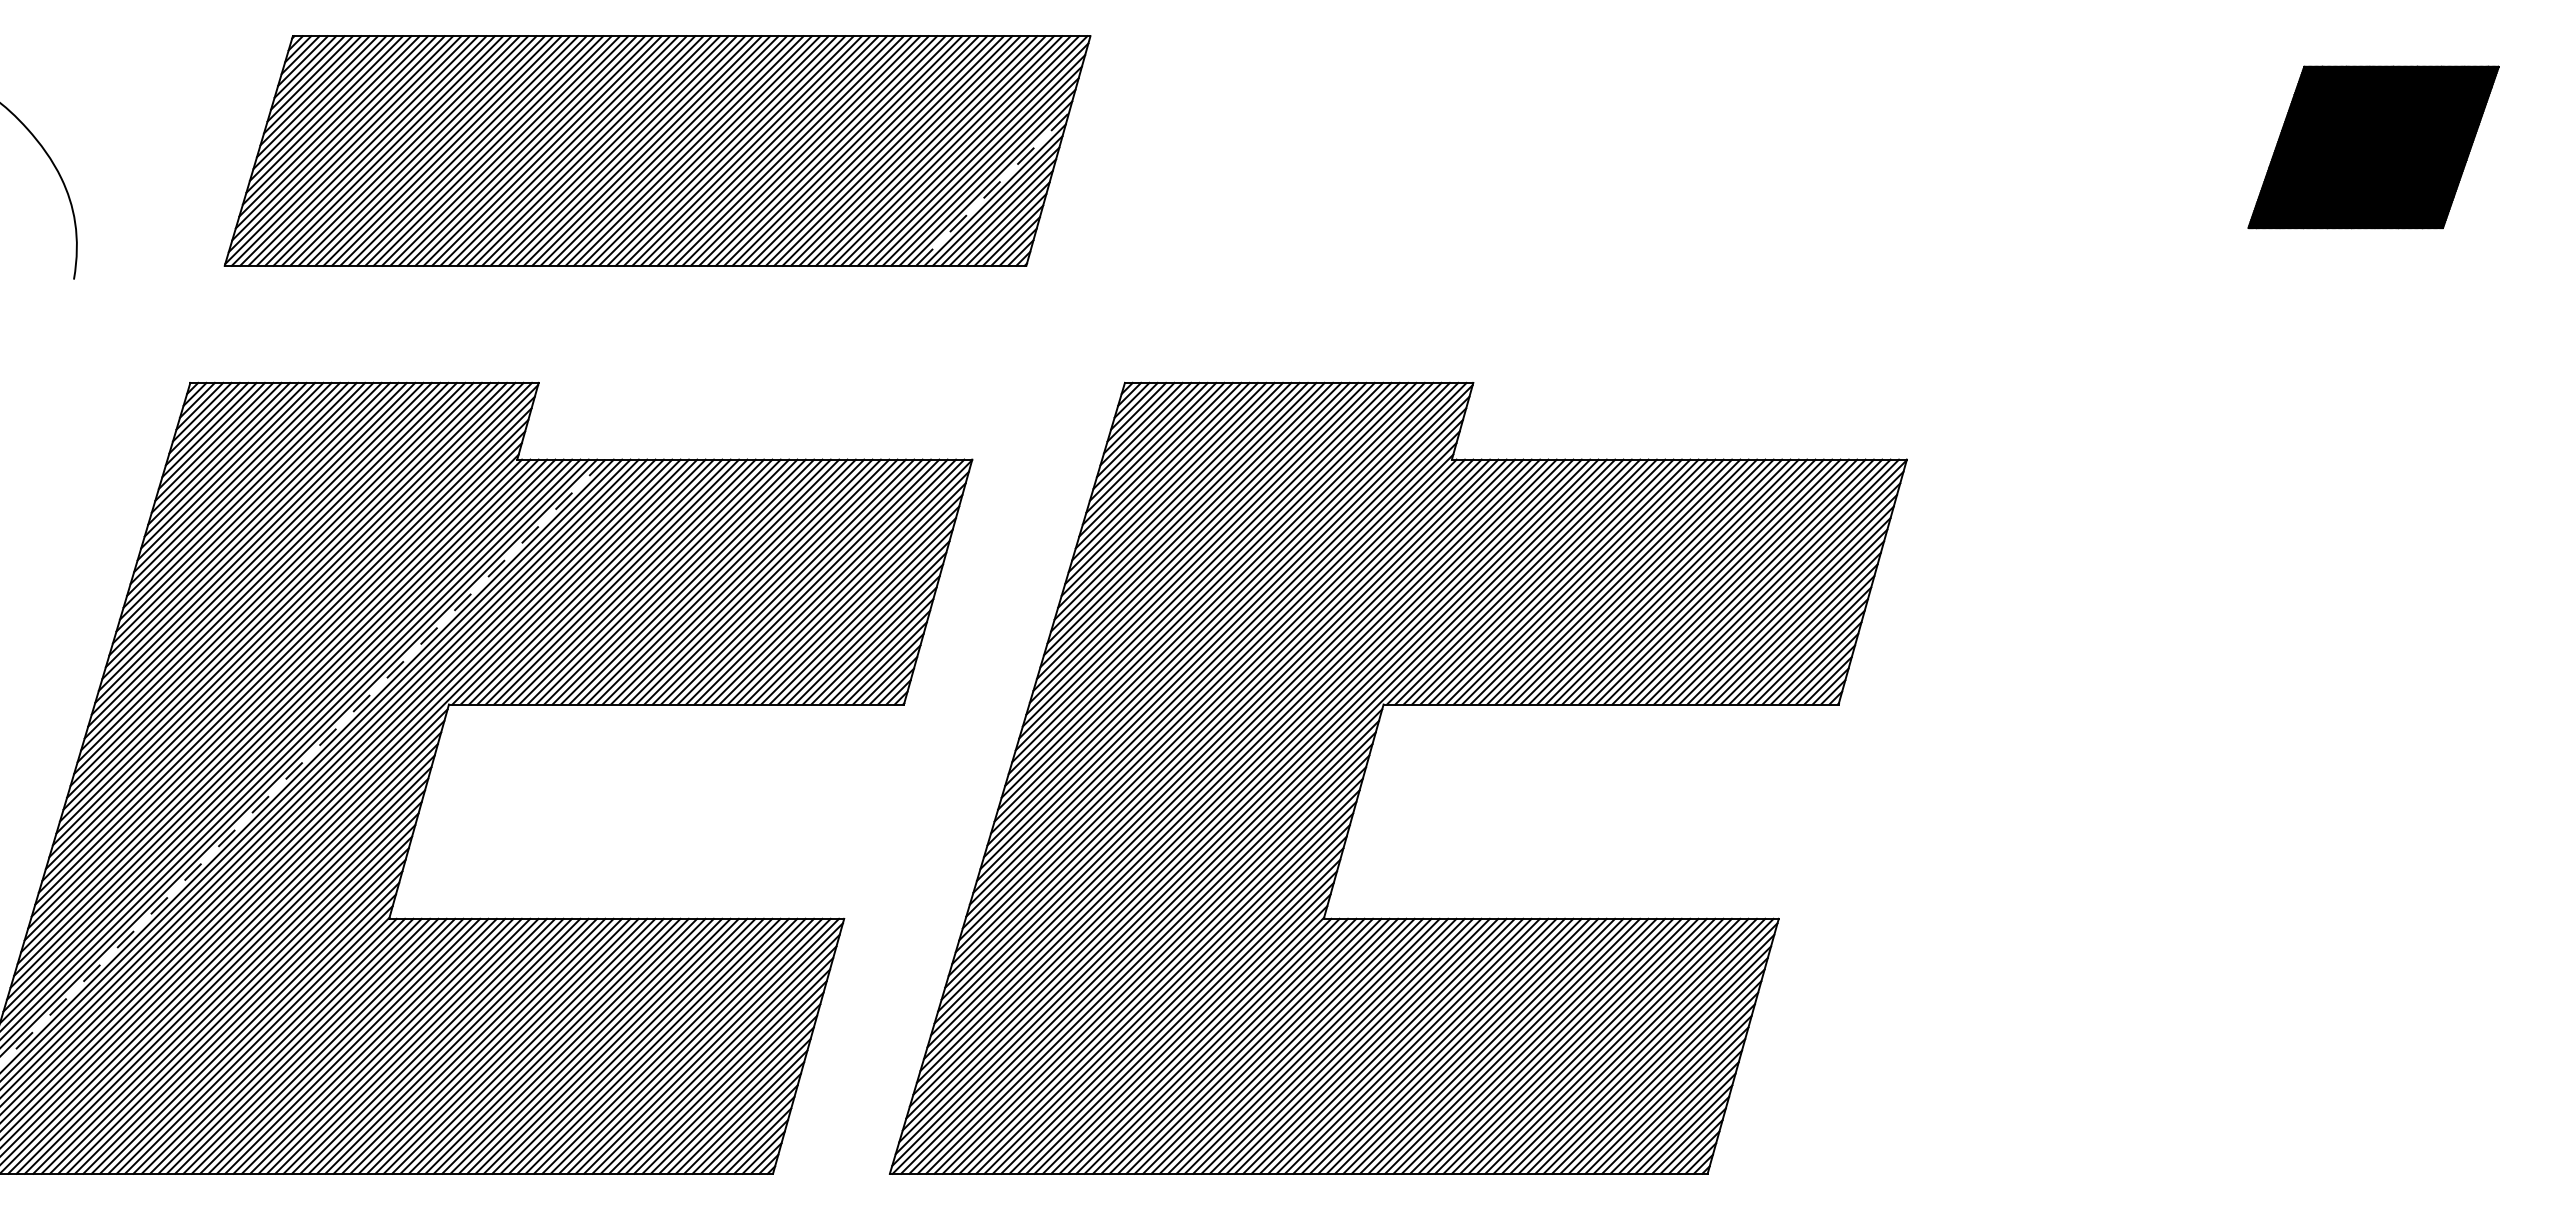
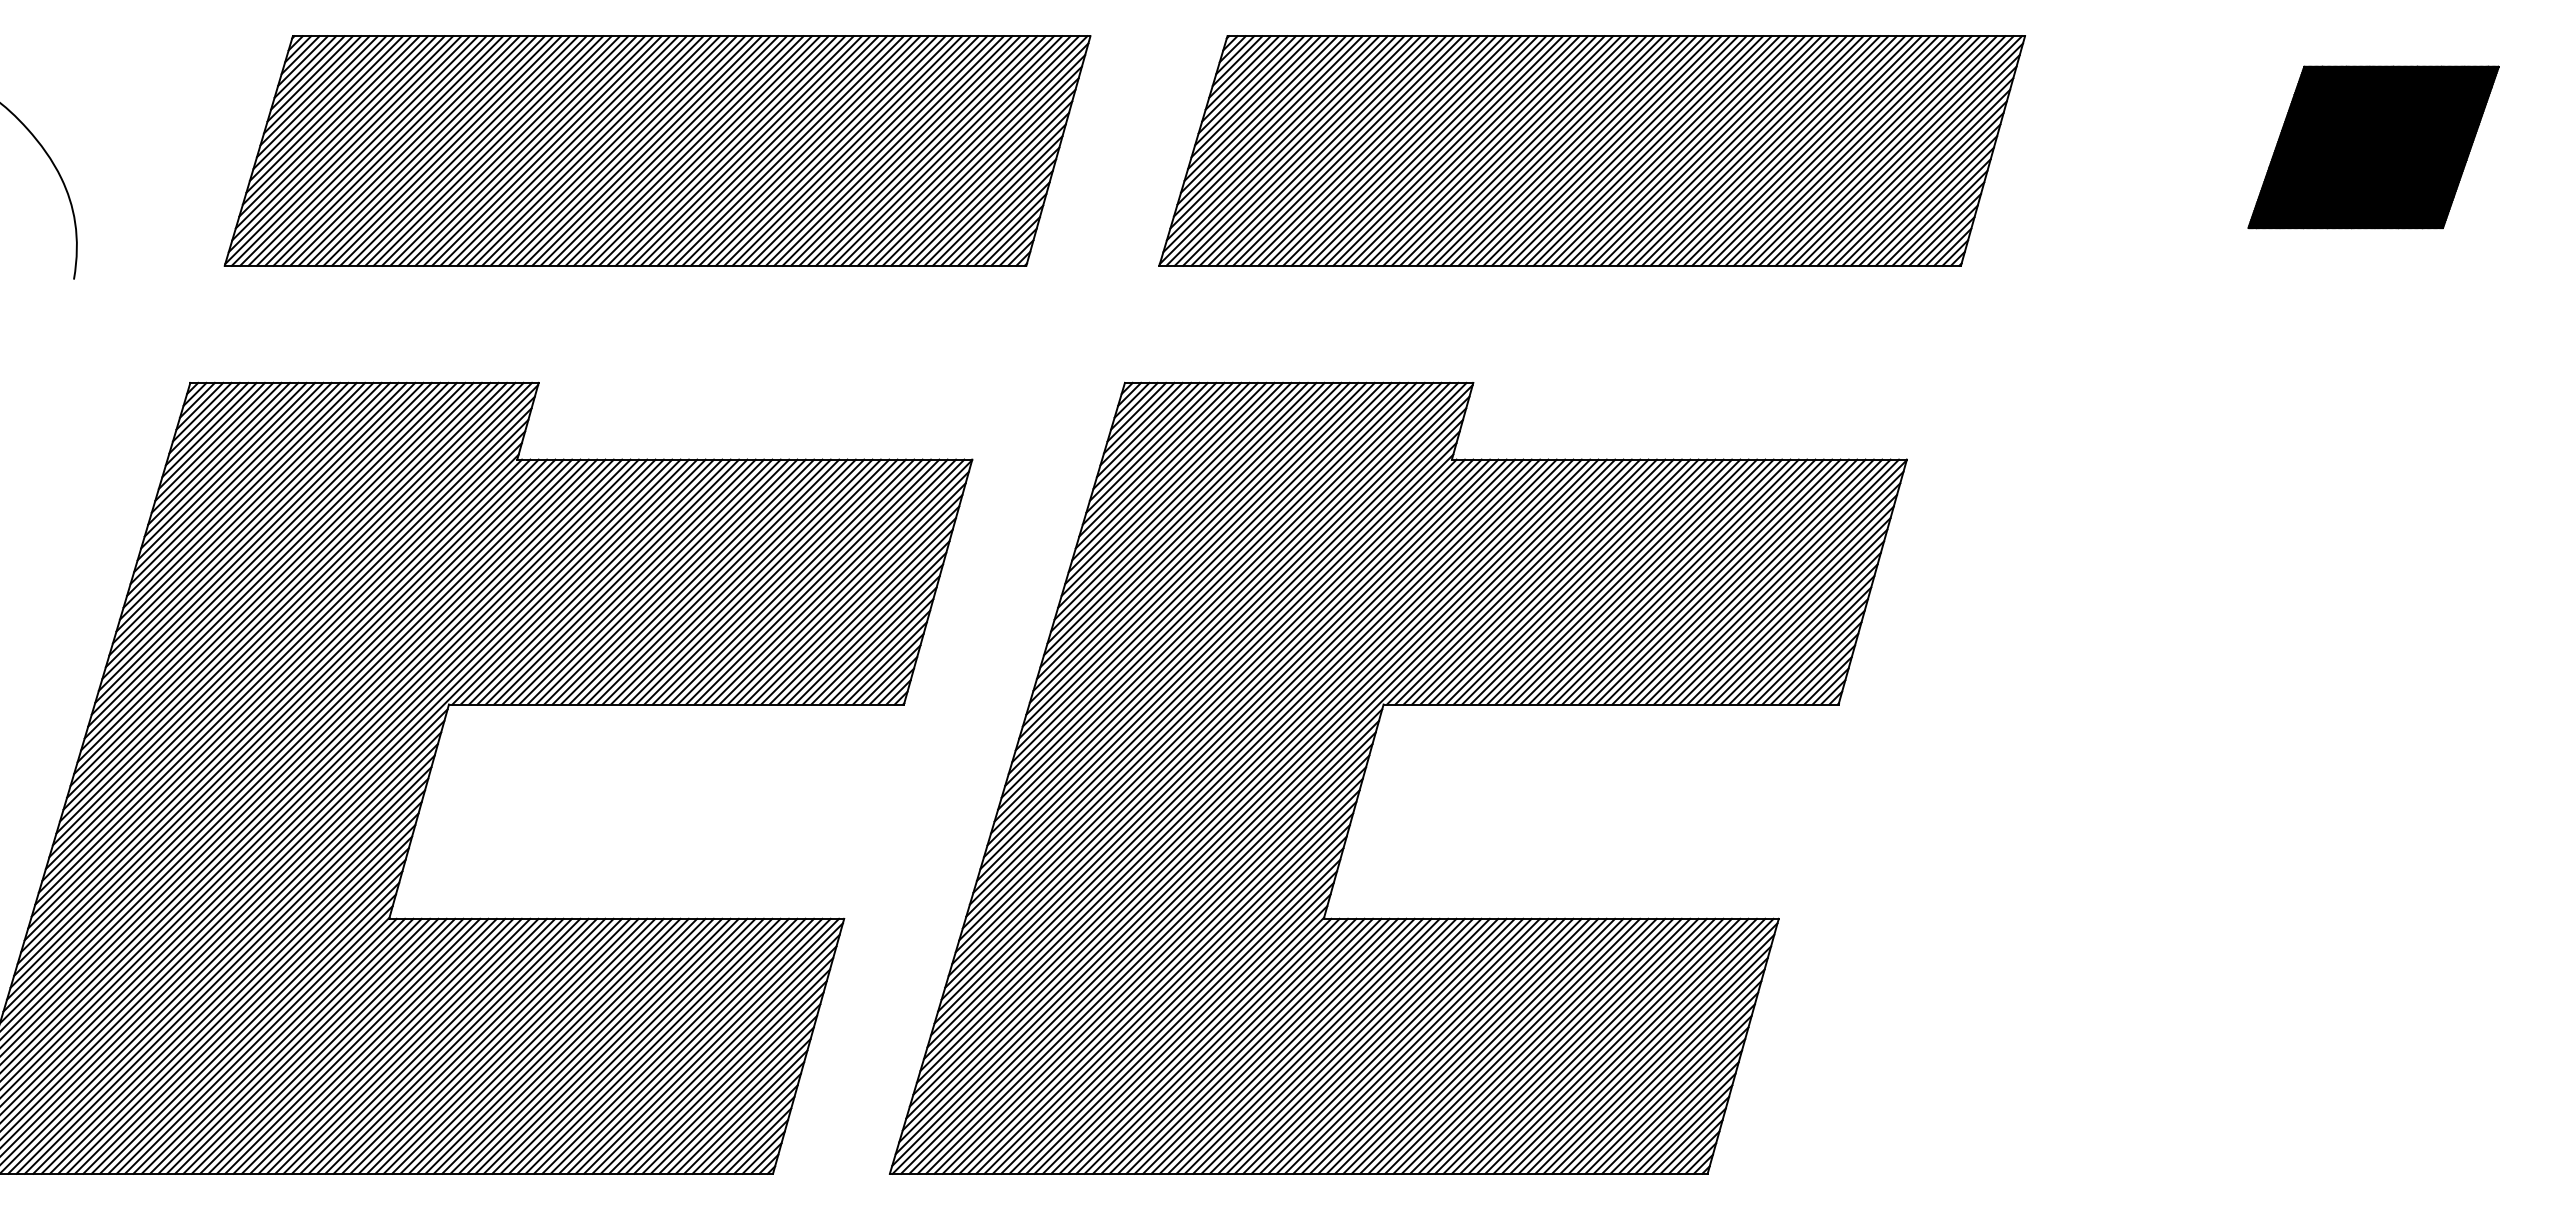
part at (1591, 150): none -> present
line at (992, 189): dashed -> solid
line at (303, 762): dashed -> solid
